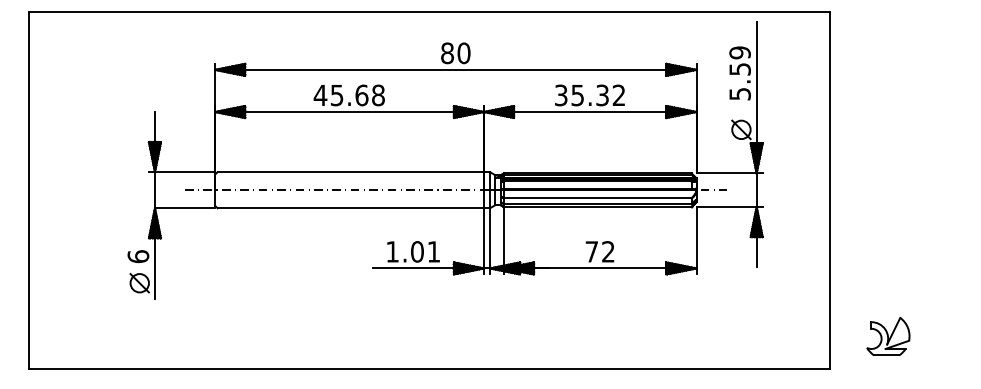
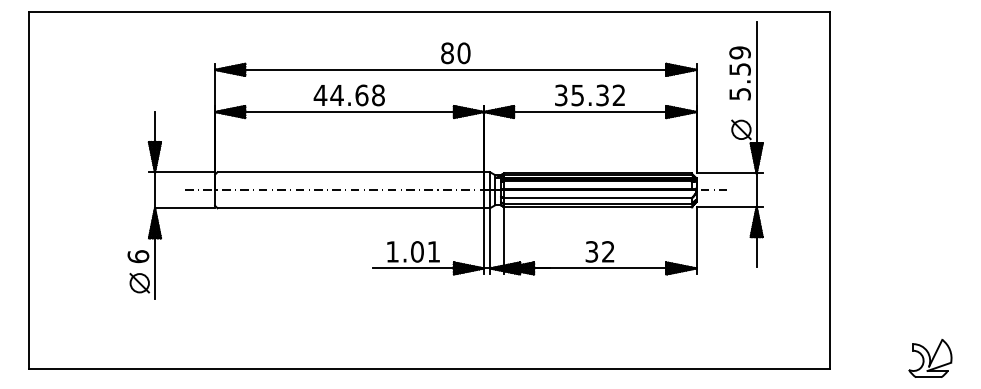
text at (336, 95): 45.68 -> 44.68
text at (591, 251): 72 -> 32
part at (888, 336) position: (888, 336) -> (930, 358)
